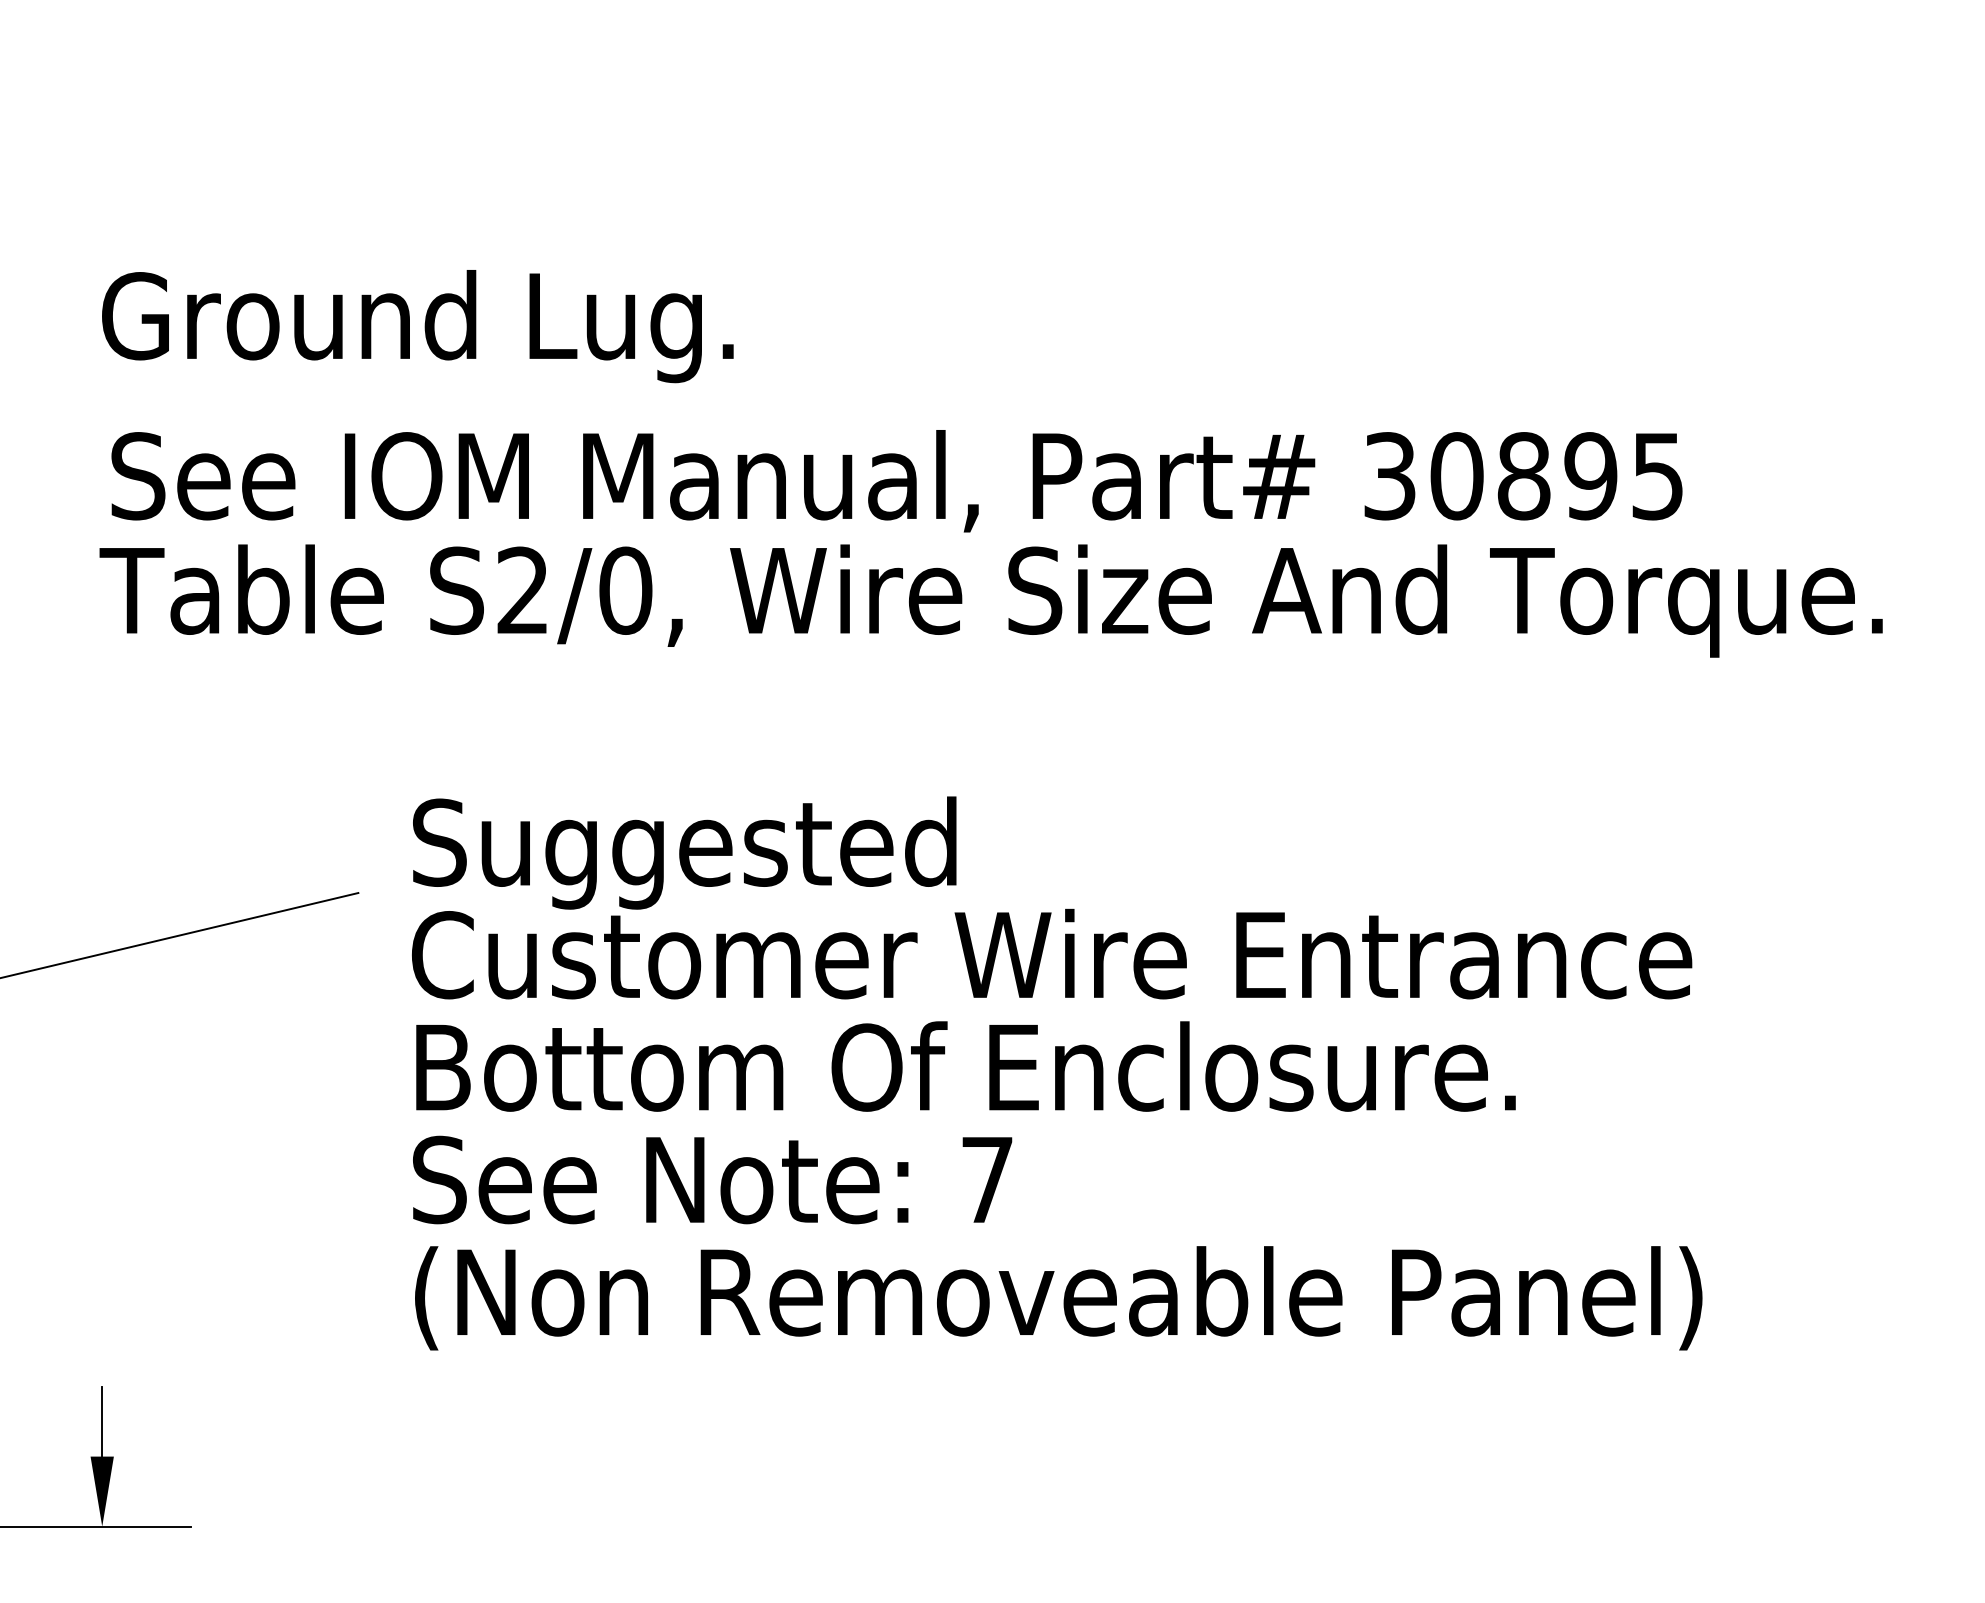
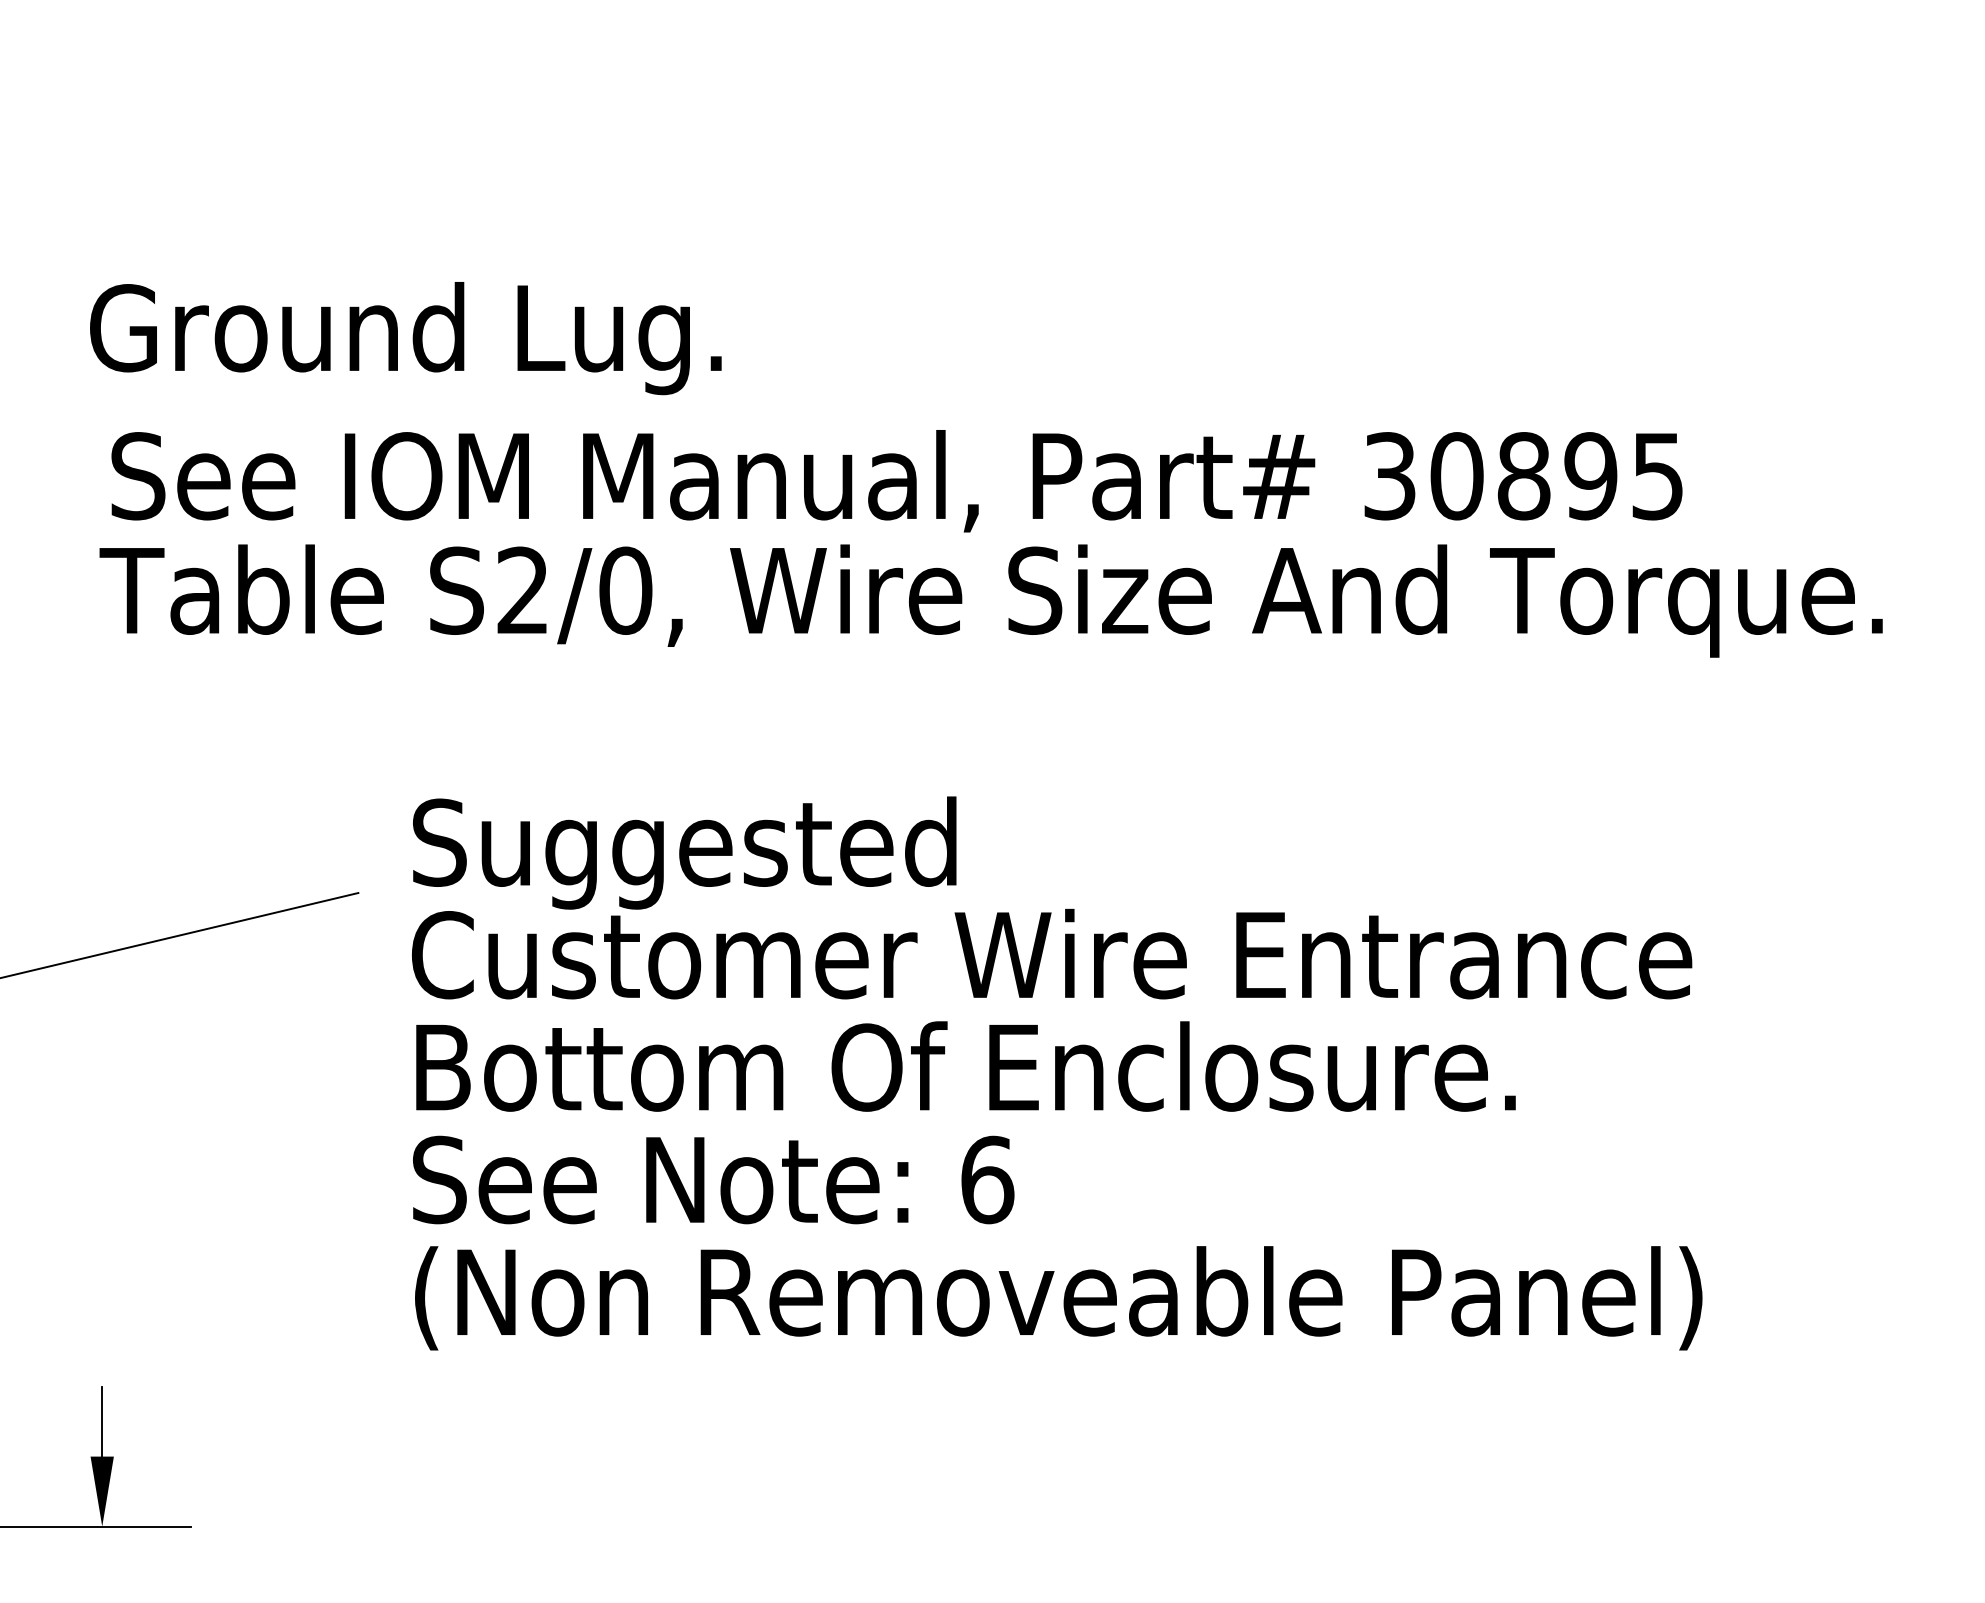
text at (417, 326) position: (417, 326) -> (405, 338)
text at (987, 1179): 7 -> 6
